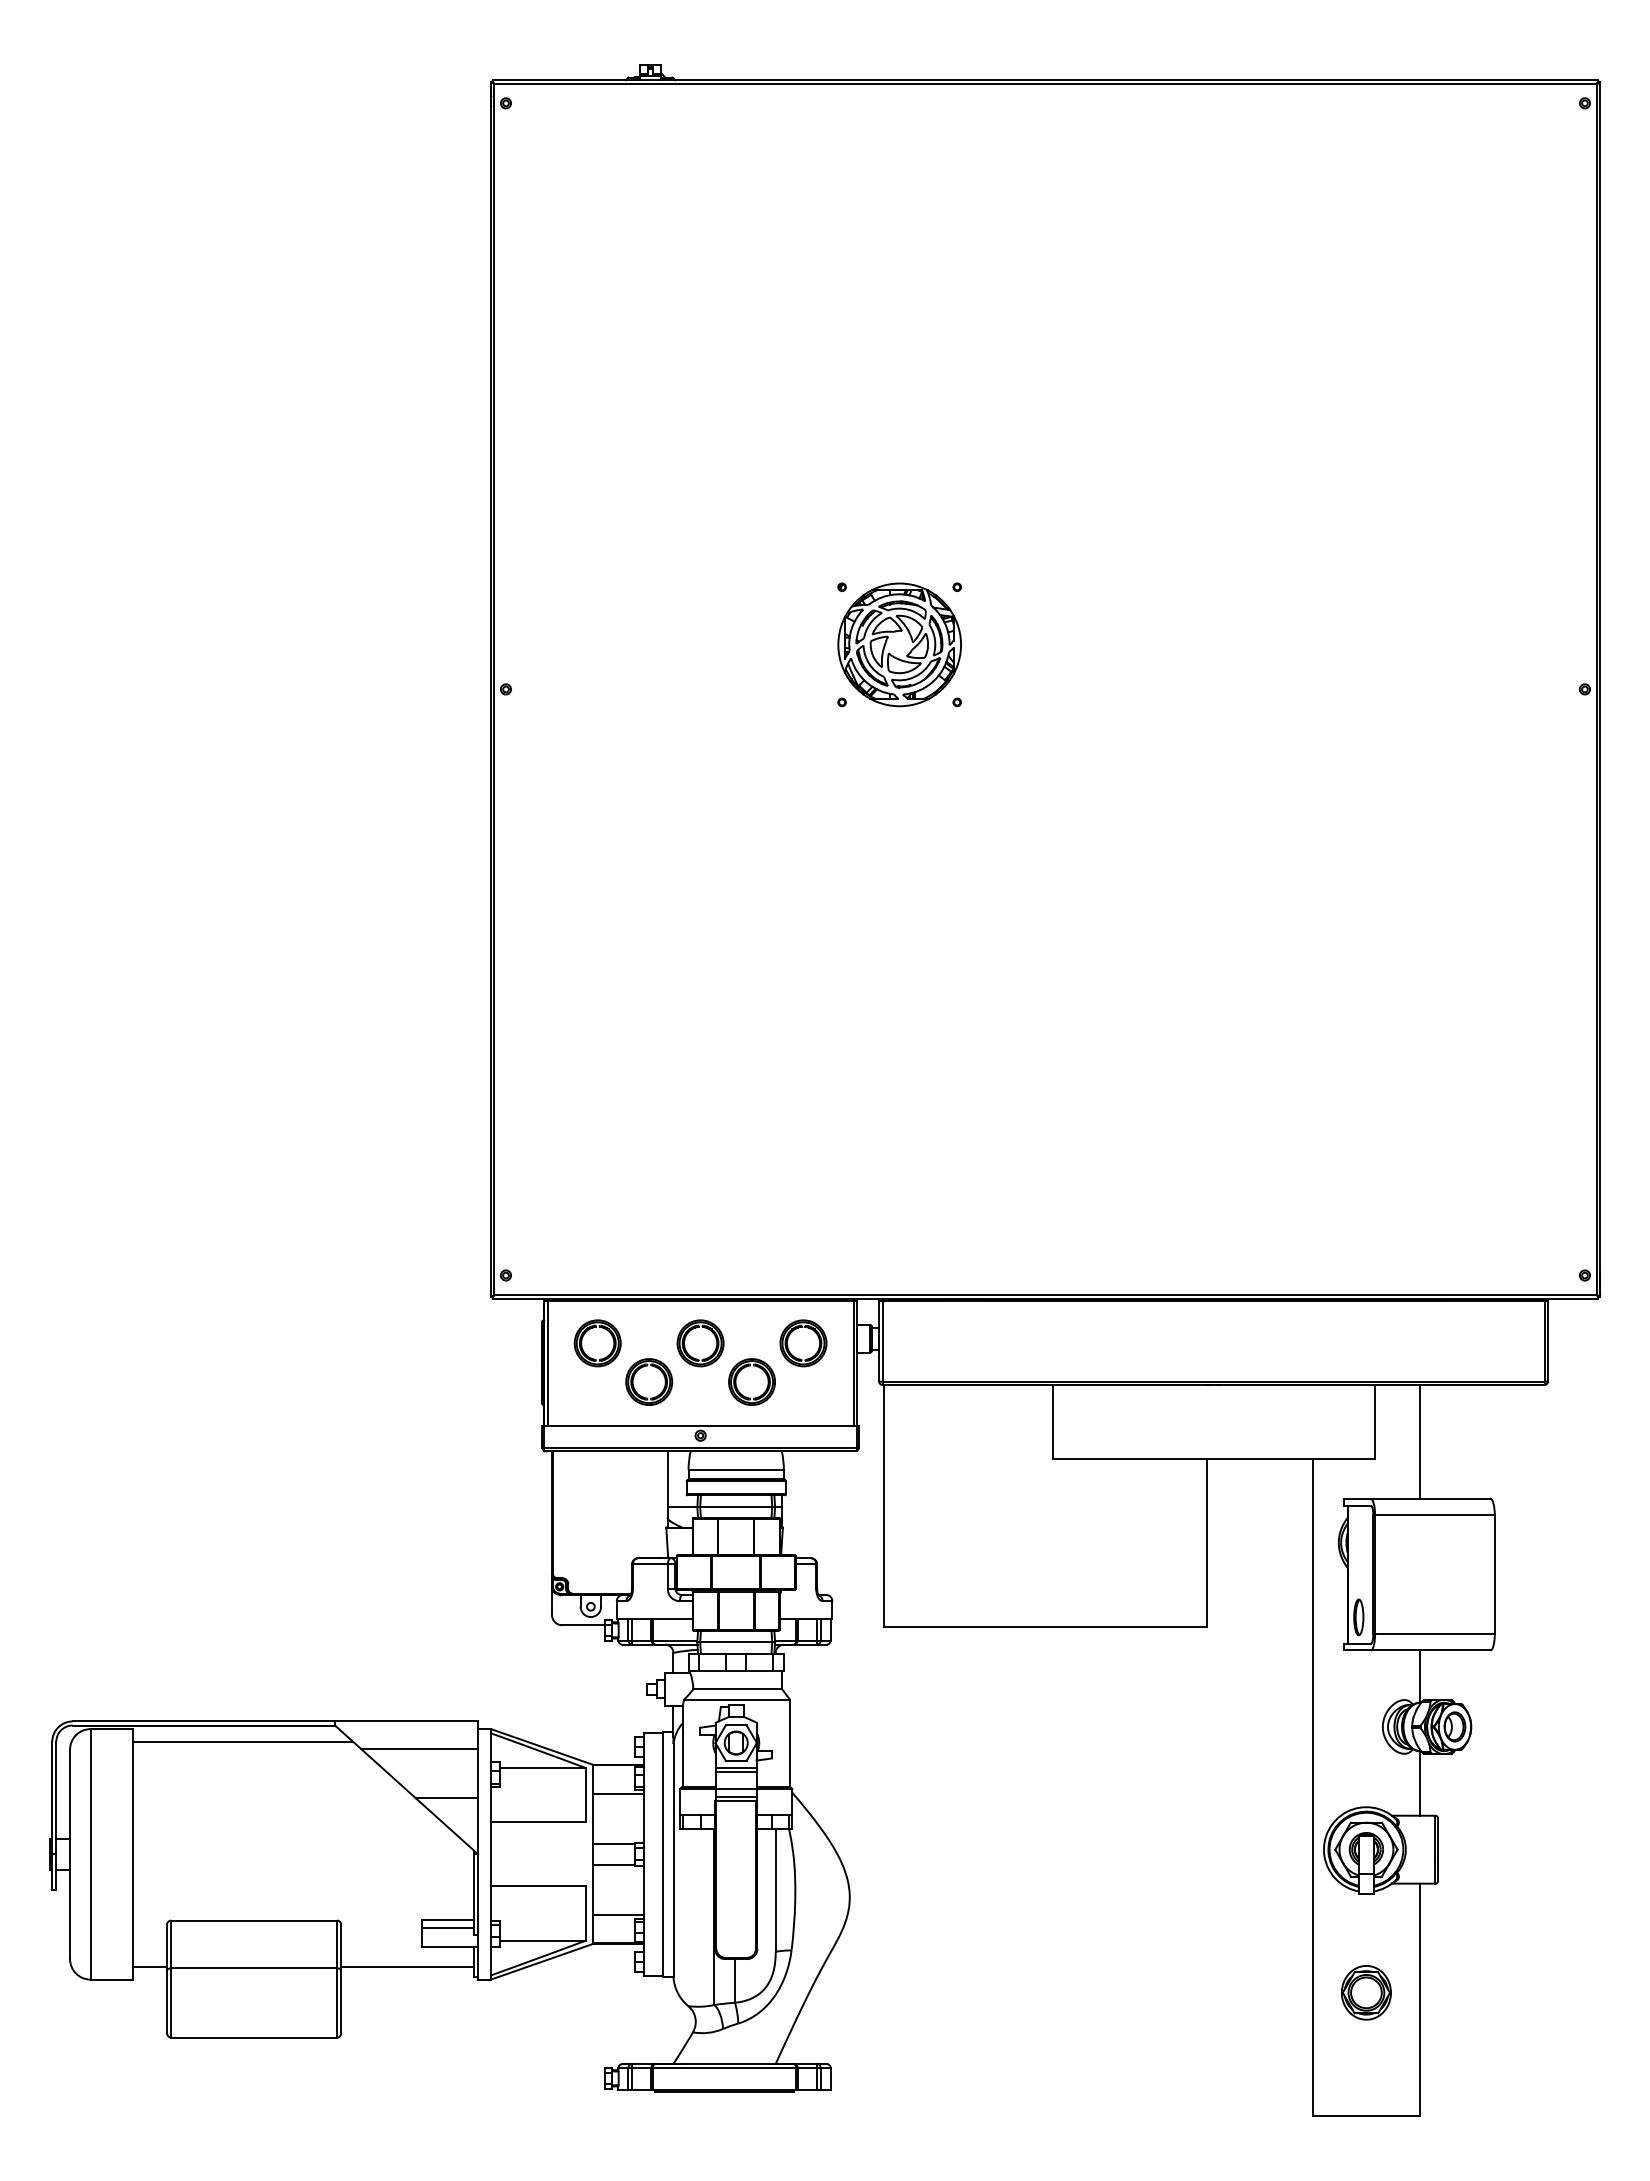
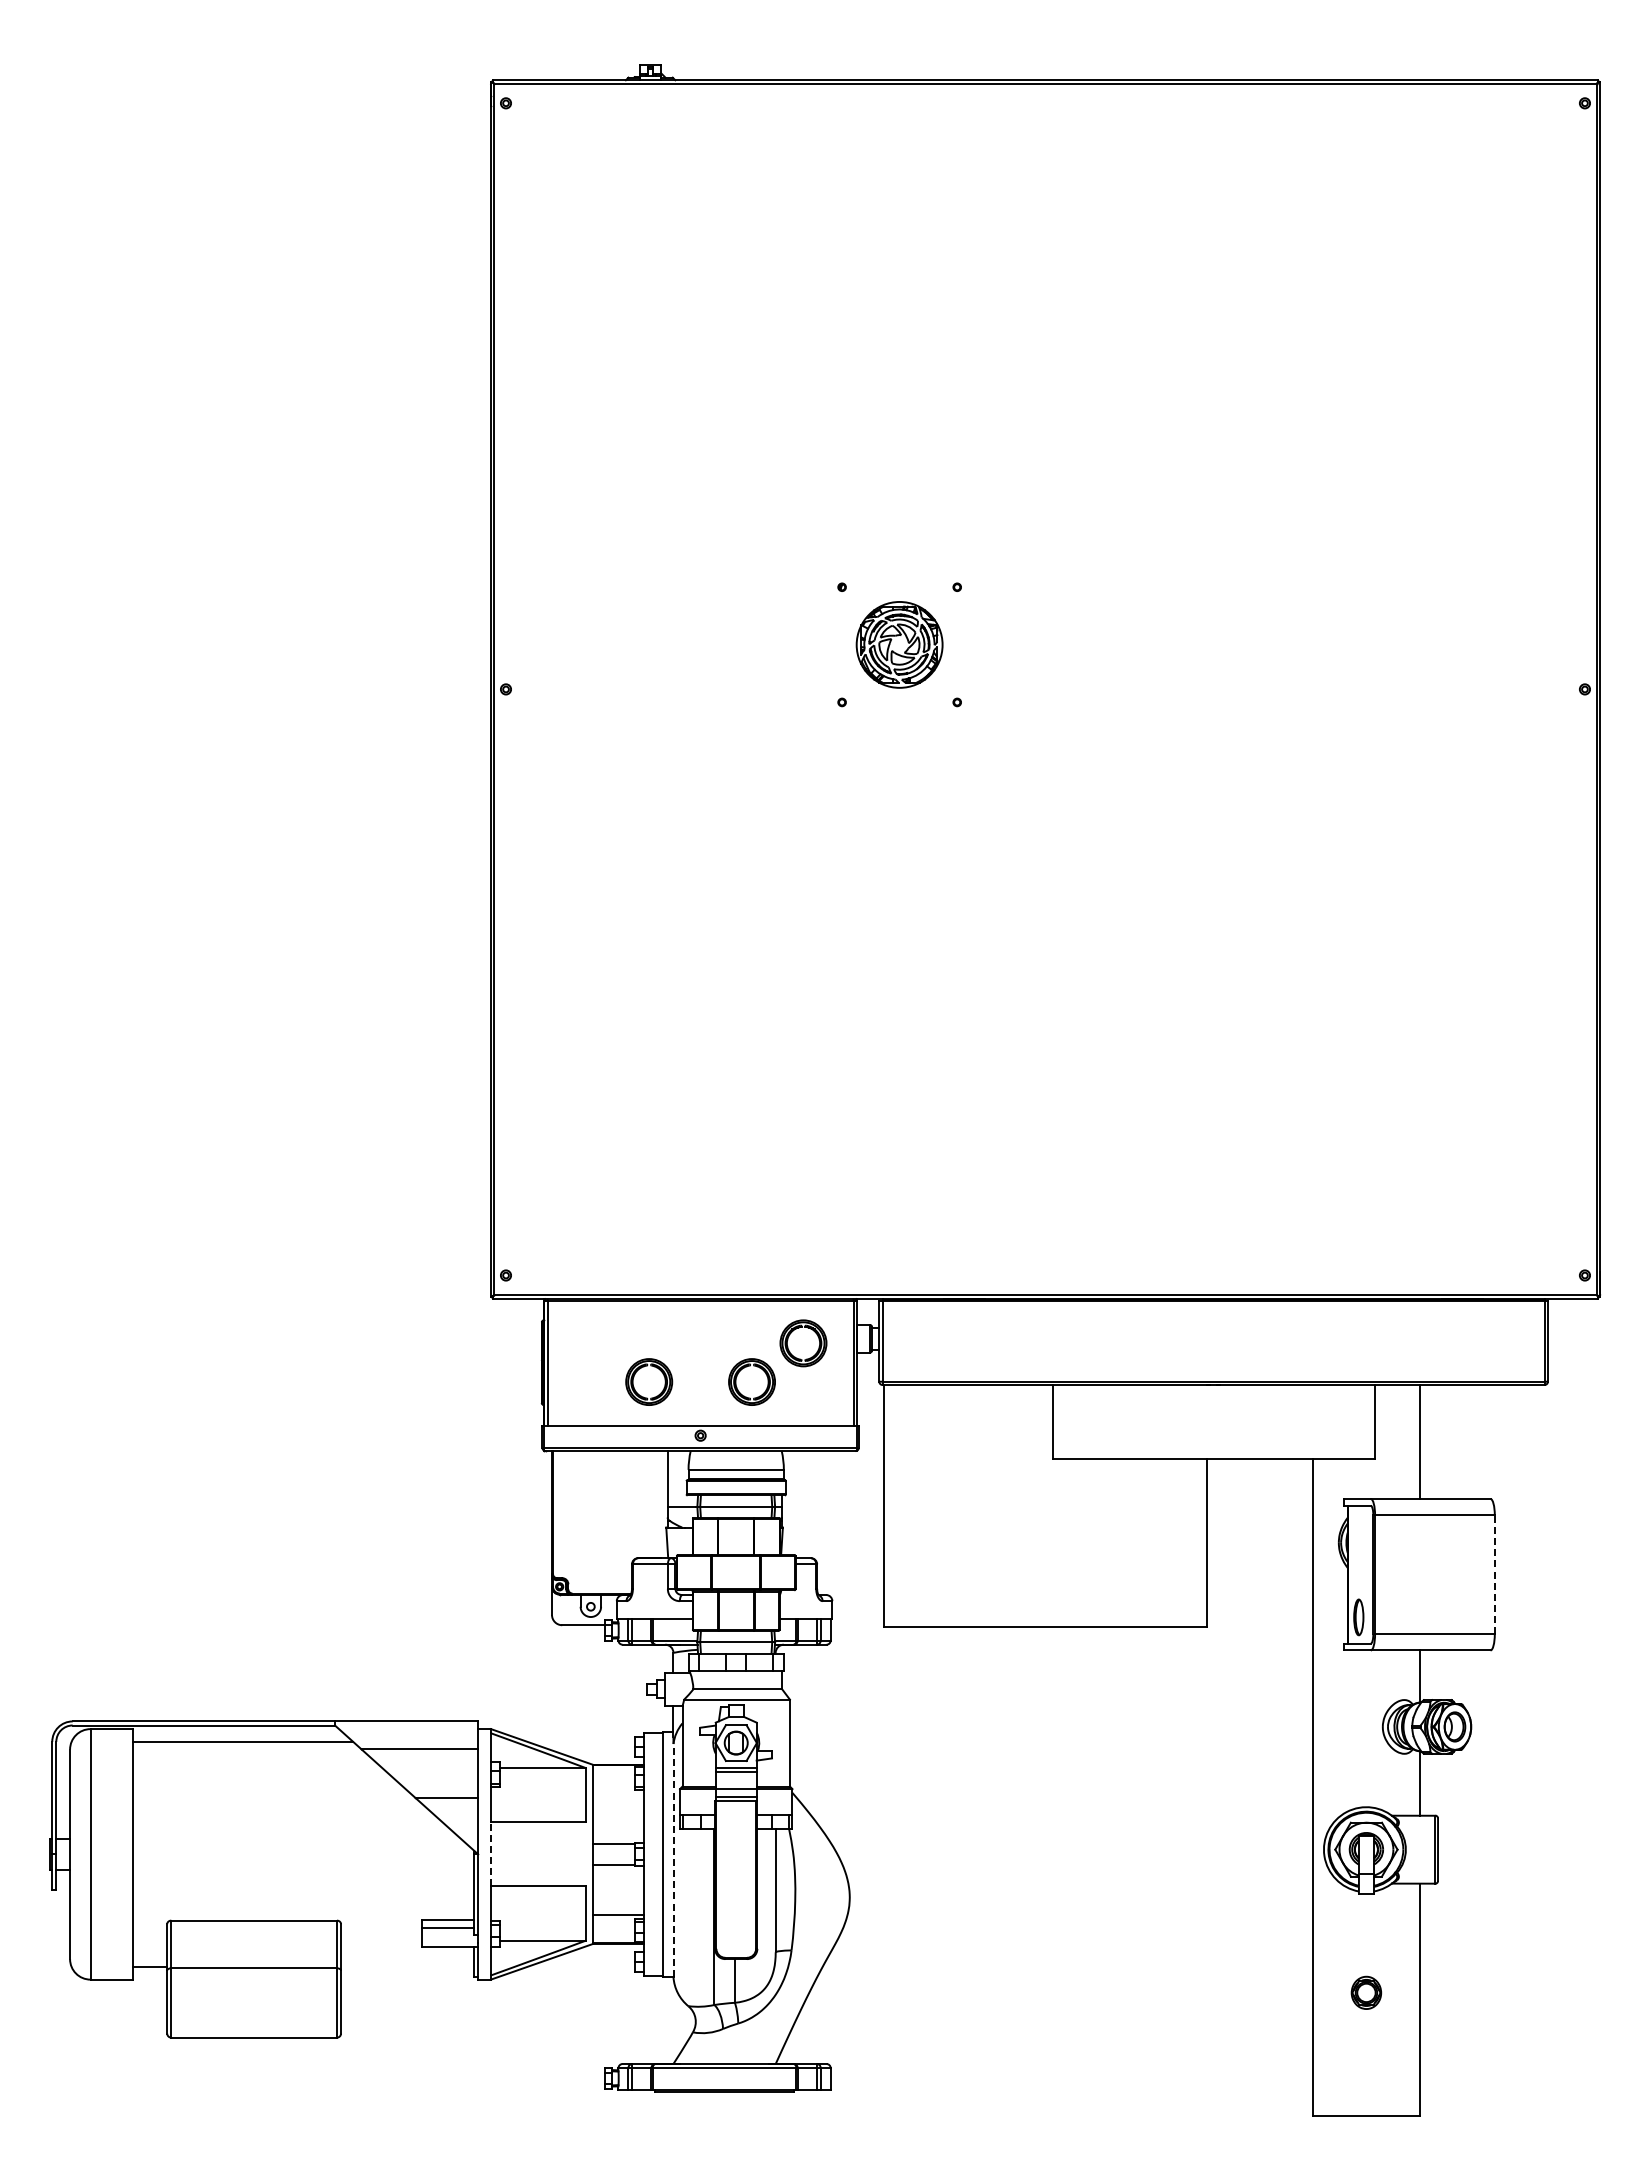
part at (899, 644) size: 125x126 px -> 89x88 px
part at (597, 1343): present -> none
part at (700, 1343): present -> none
line at (1494, 1574): solid -> dashed
line at (618, 1793): present -> none
line at (490, 1853): solid -> dashed
line at (673, 1860): solid -> dashed
line at (407, 1966): present -> none
part at (1366, 1992) size: 51x56 px -> 33x35 px
